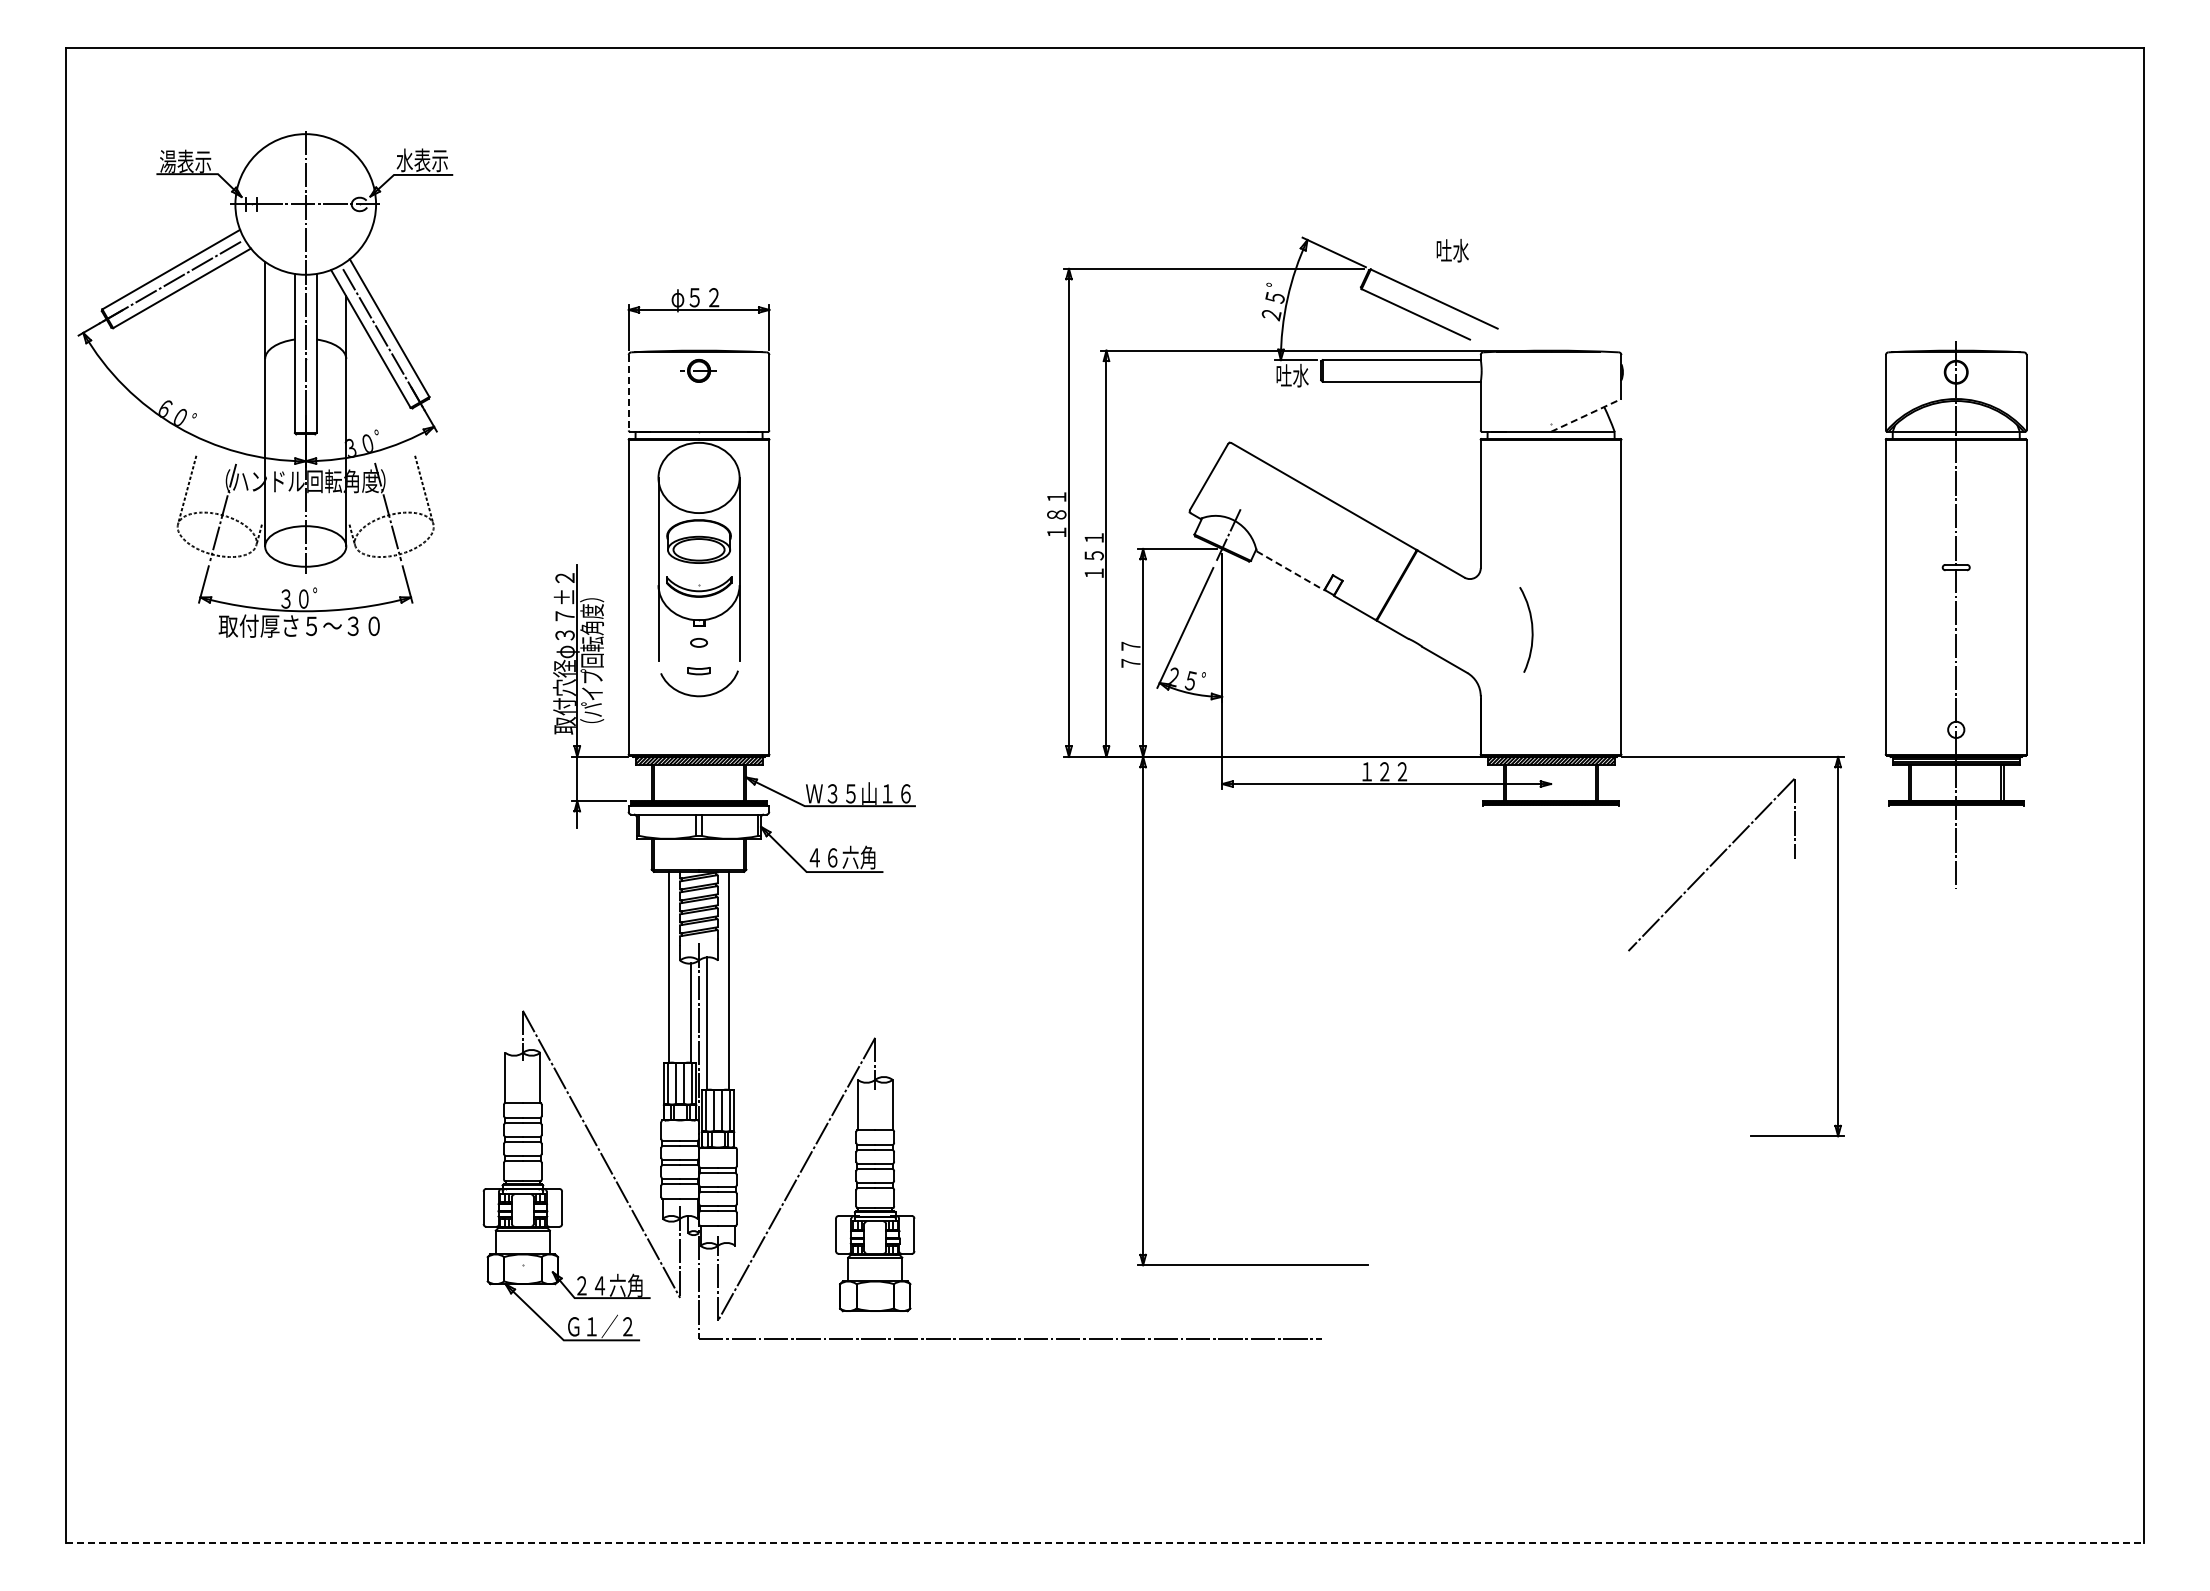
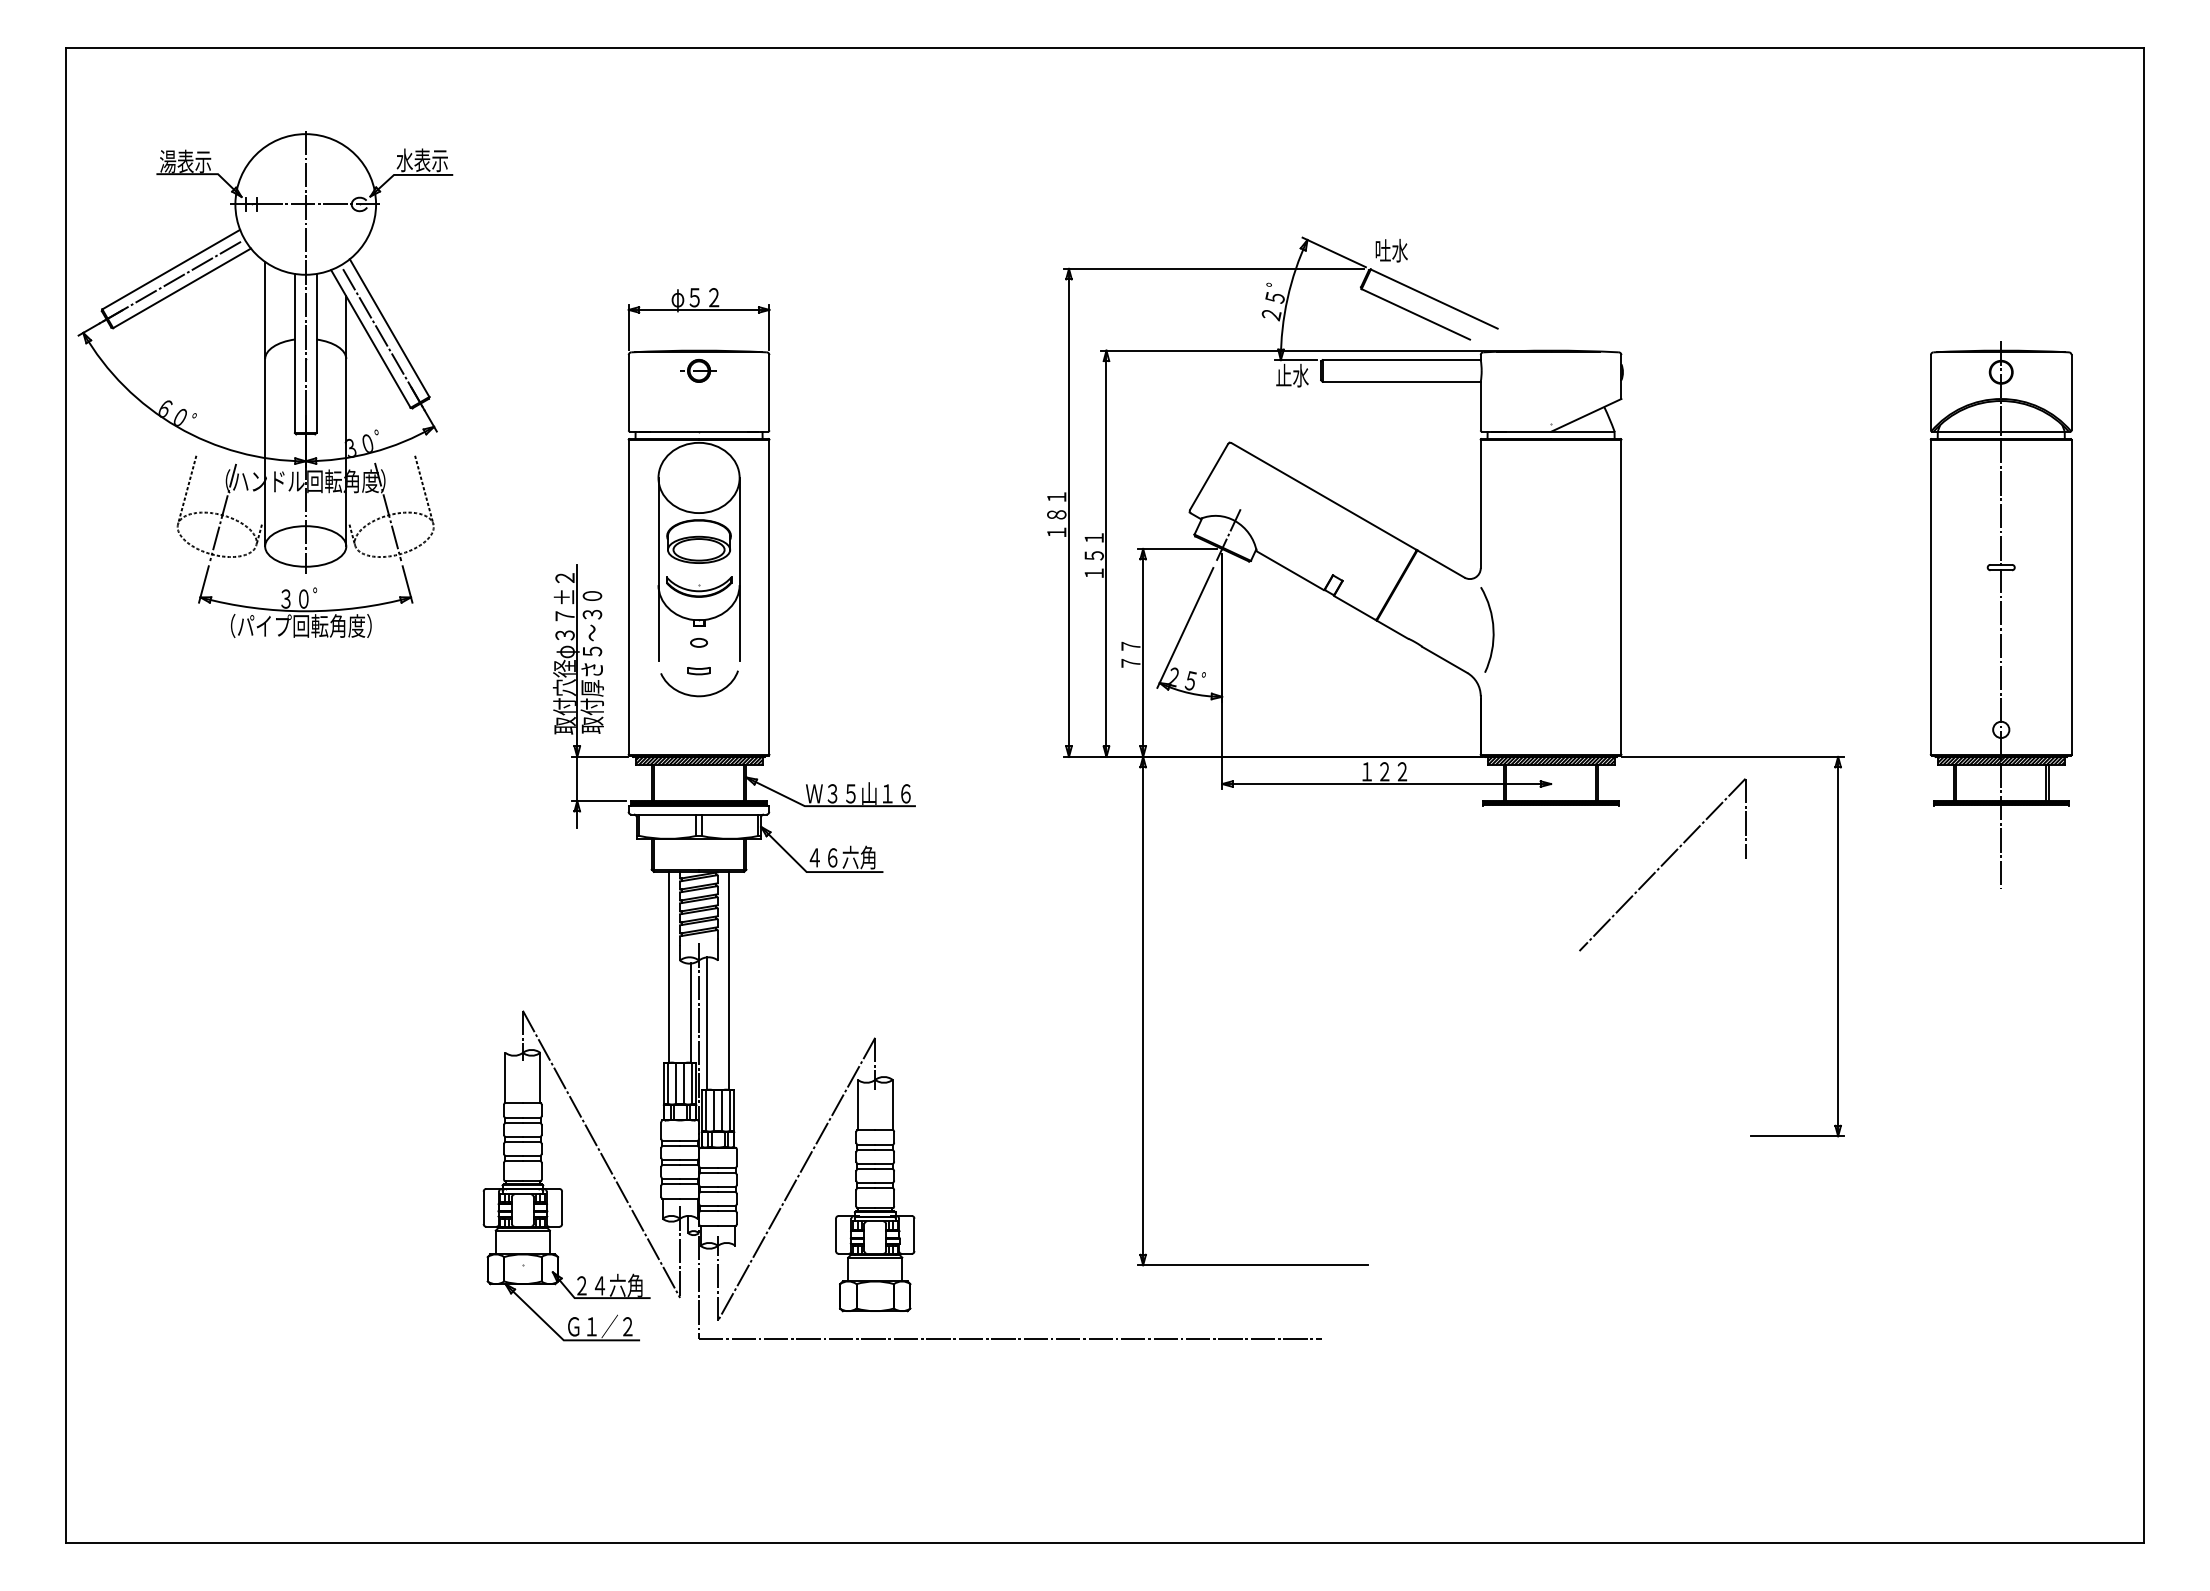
text at (1452, 250) position: (1452, 250) -> (1391, 250)
text at (1283, 374): 吐水 -> 止水
line at (628, 392): dashed -> solid
line at (1586, 415): dashed -> solid
line at (1290, 570): dashed -> solid
part at (1955, 614) position: (1955, 614) -> (2000, 614)
text at (298, 625): 取付厚さ５～３０ -> （パイプ回転角度）
arc at (1531, 629) position: (1531, 629) -> (1492, 629)
text at (592, 662): （パイプ回転角度） -> 取付厚さ５～３０
part at (1711, 864) position: (1711, 864) -> (1662, 864)
line at (1105, 1543): dashed -> solid
